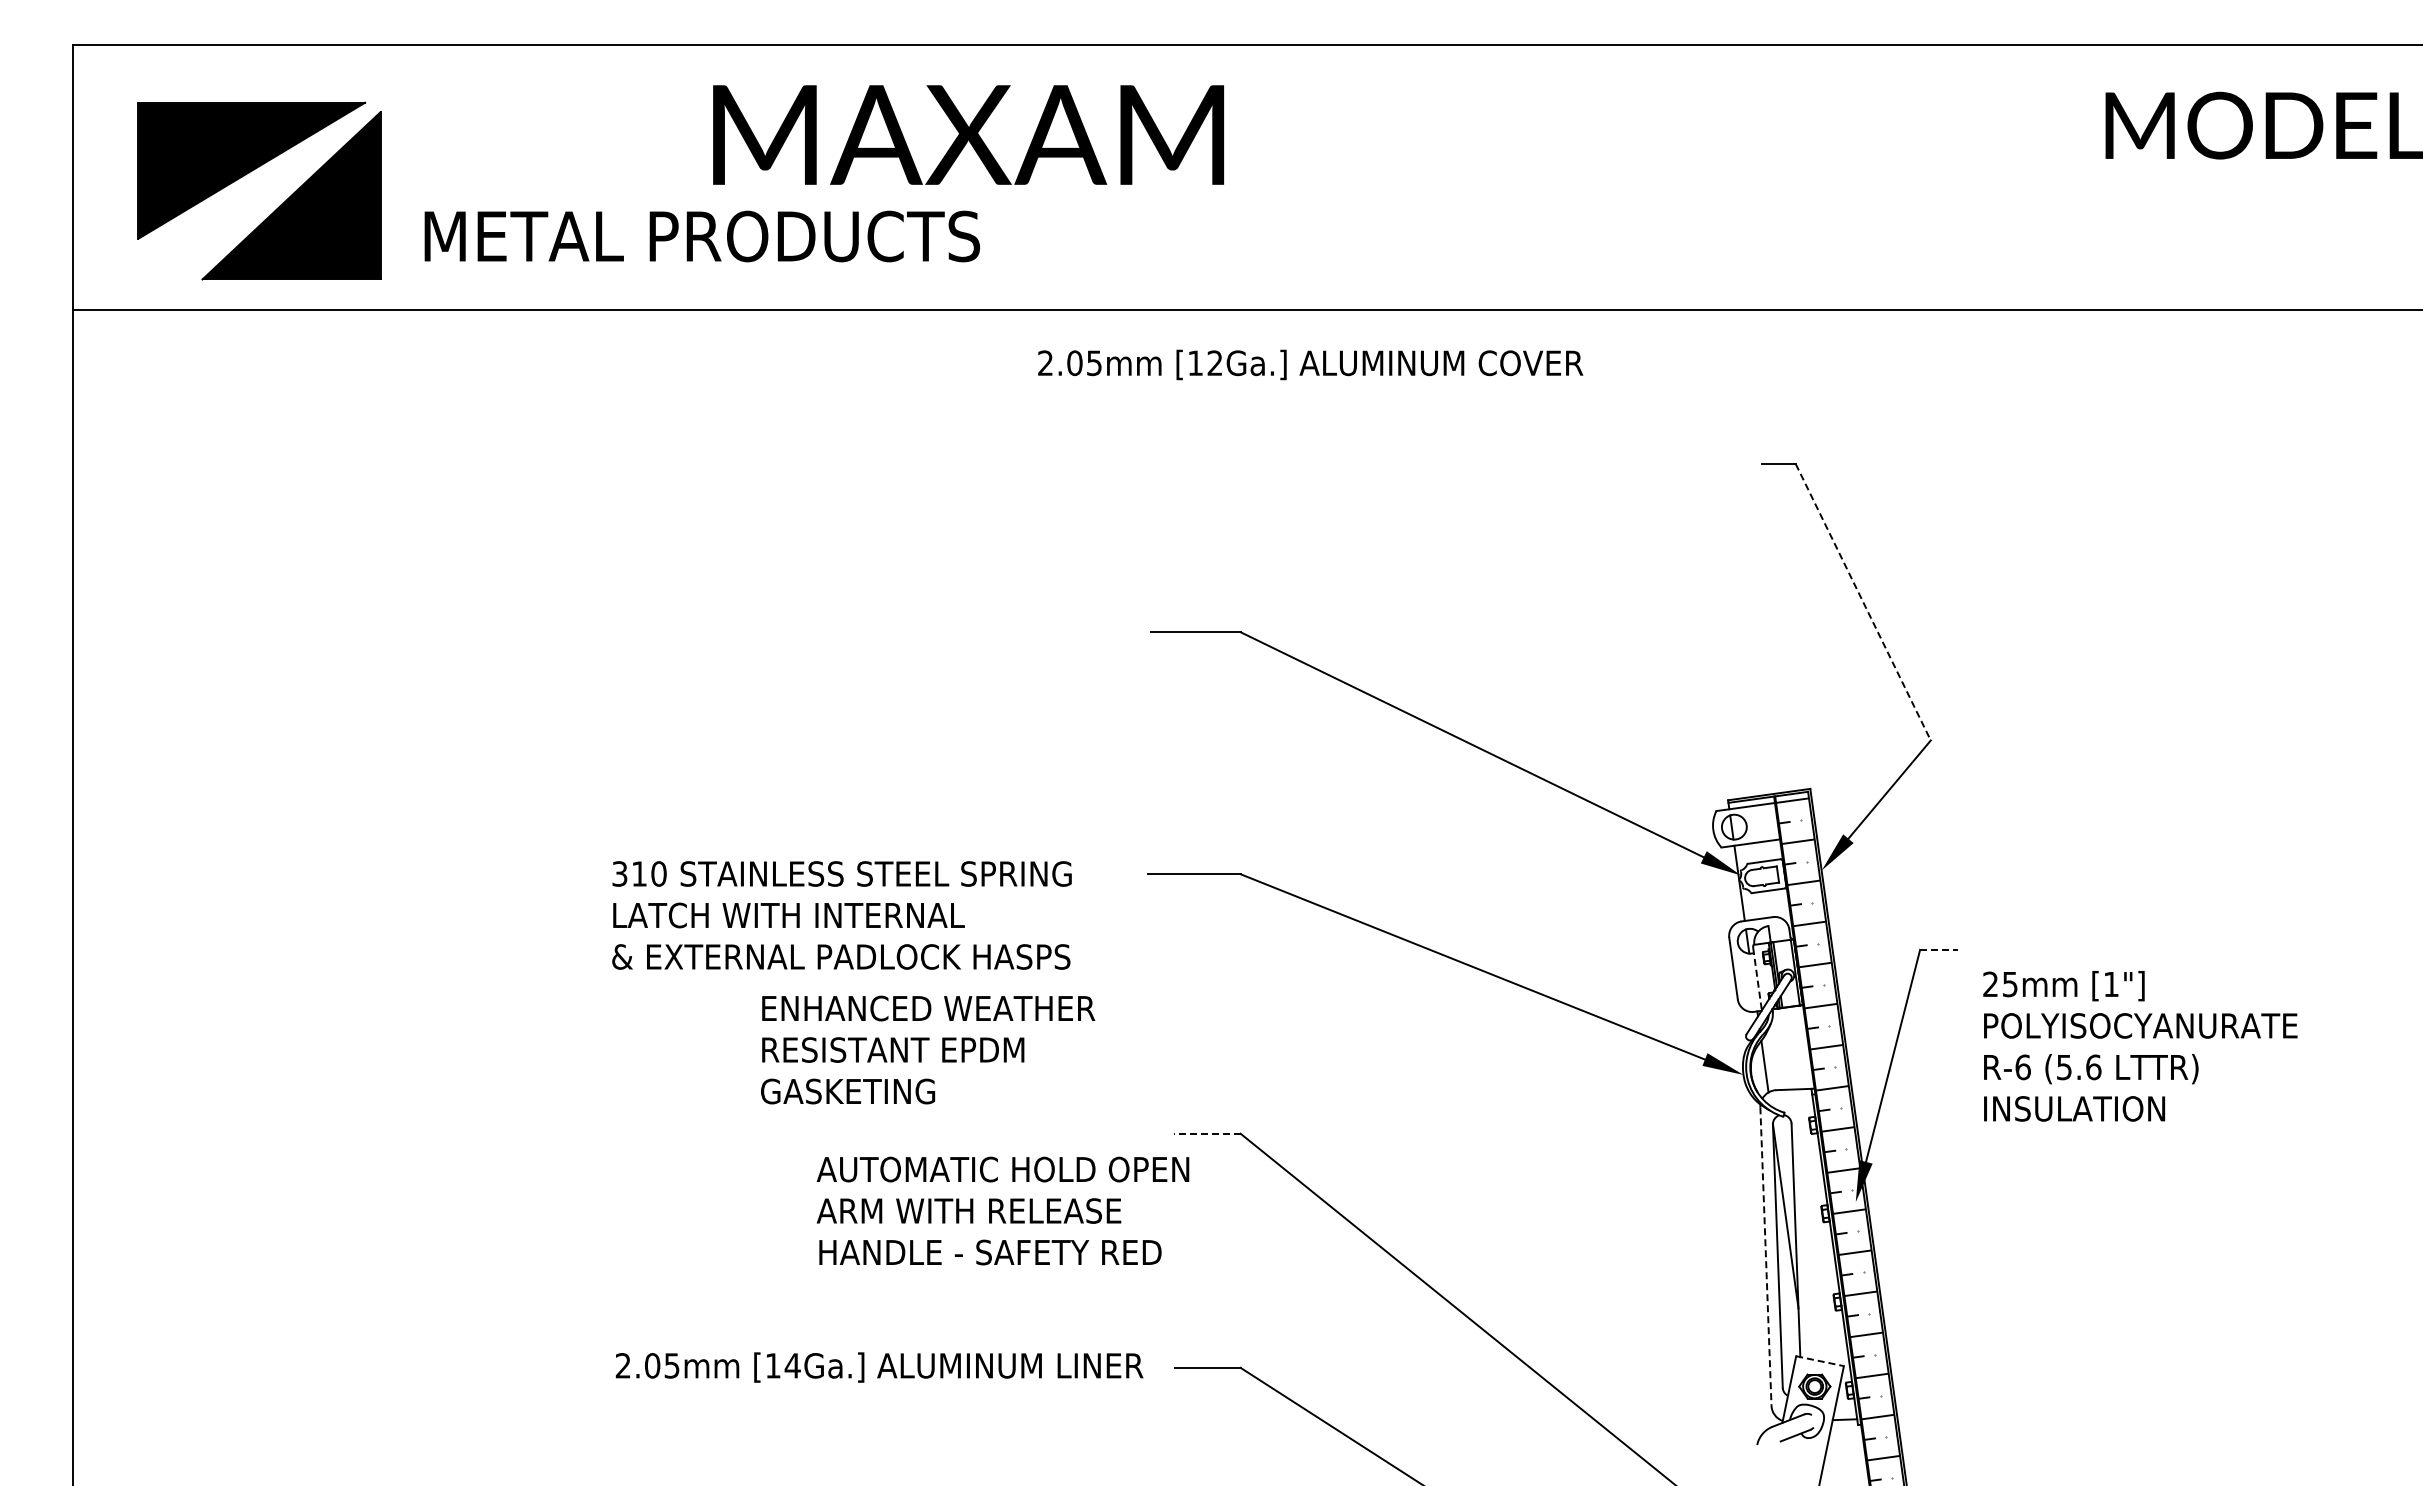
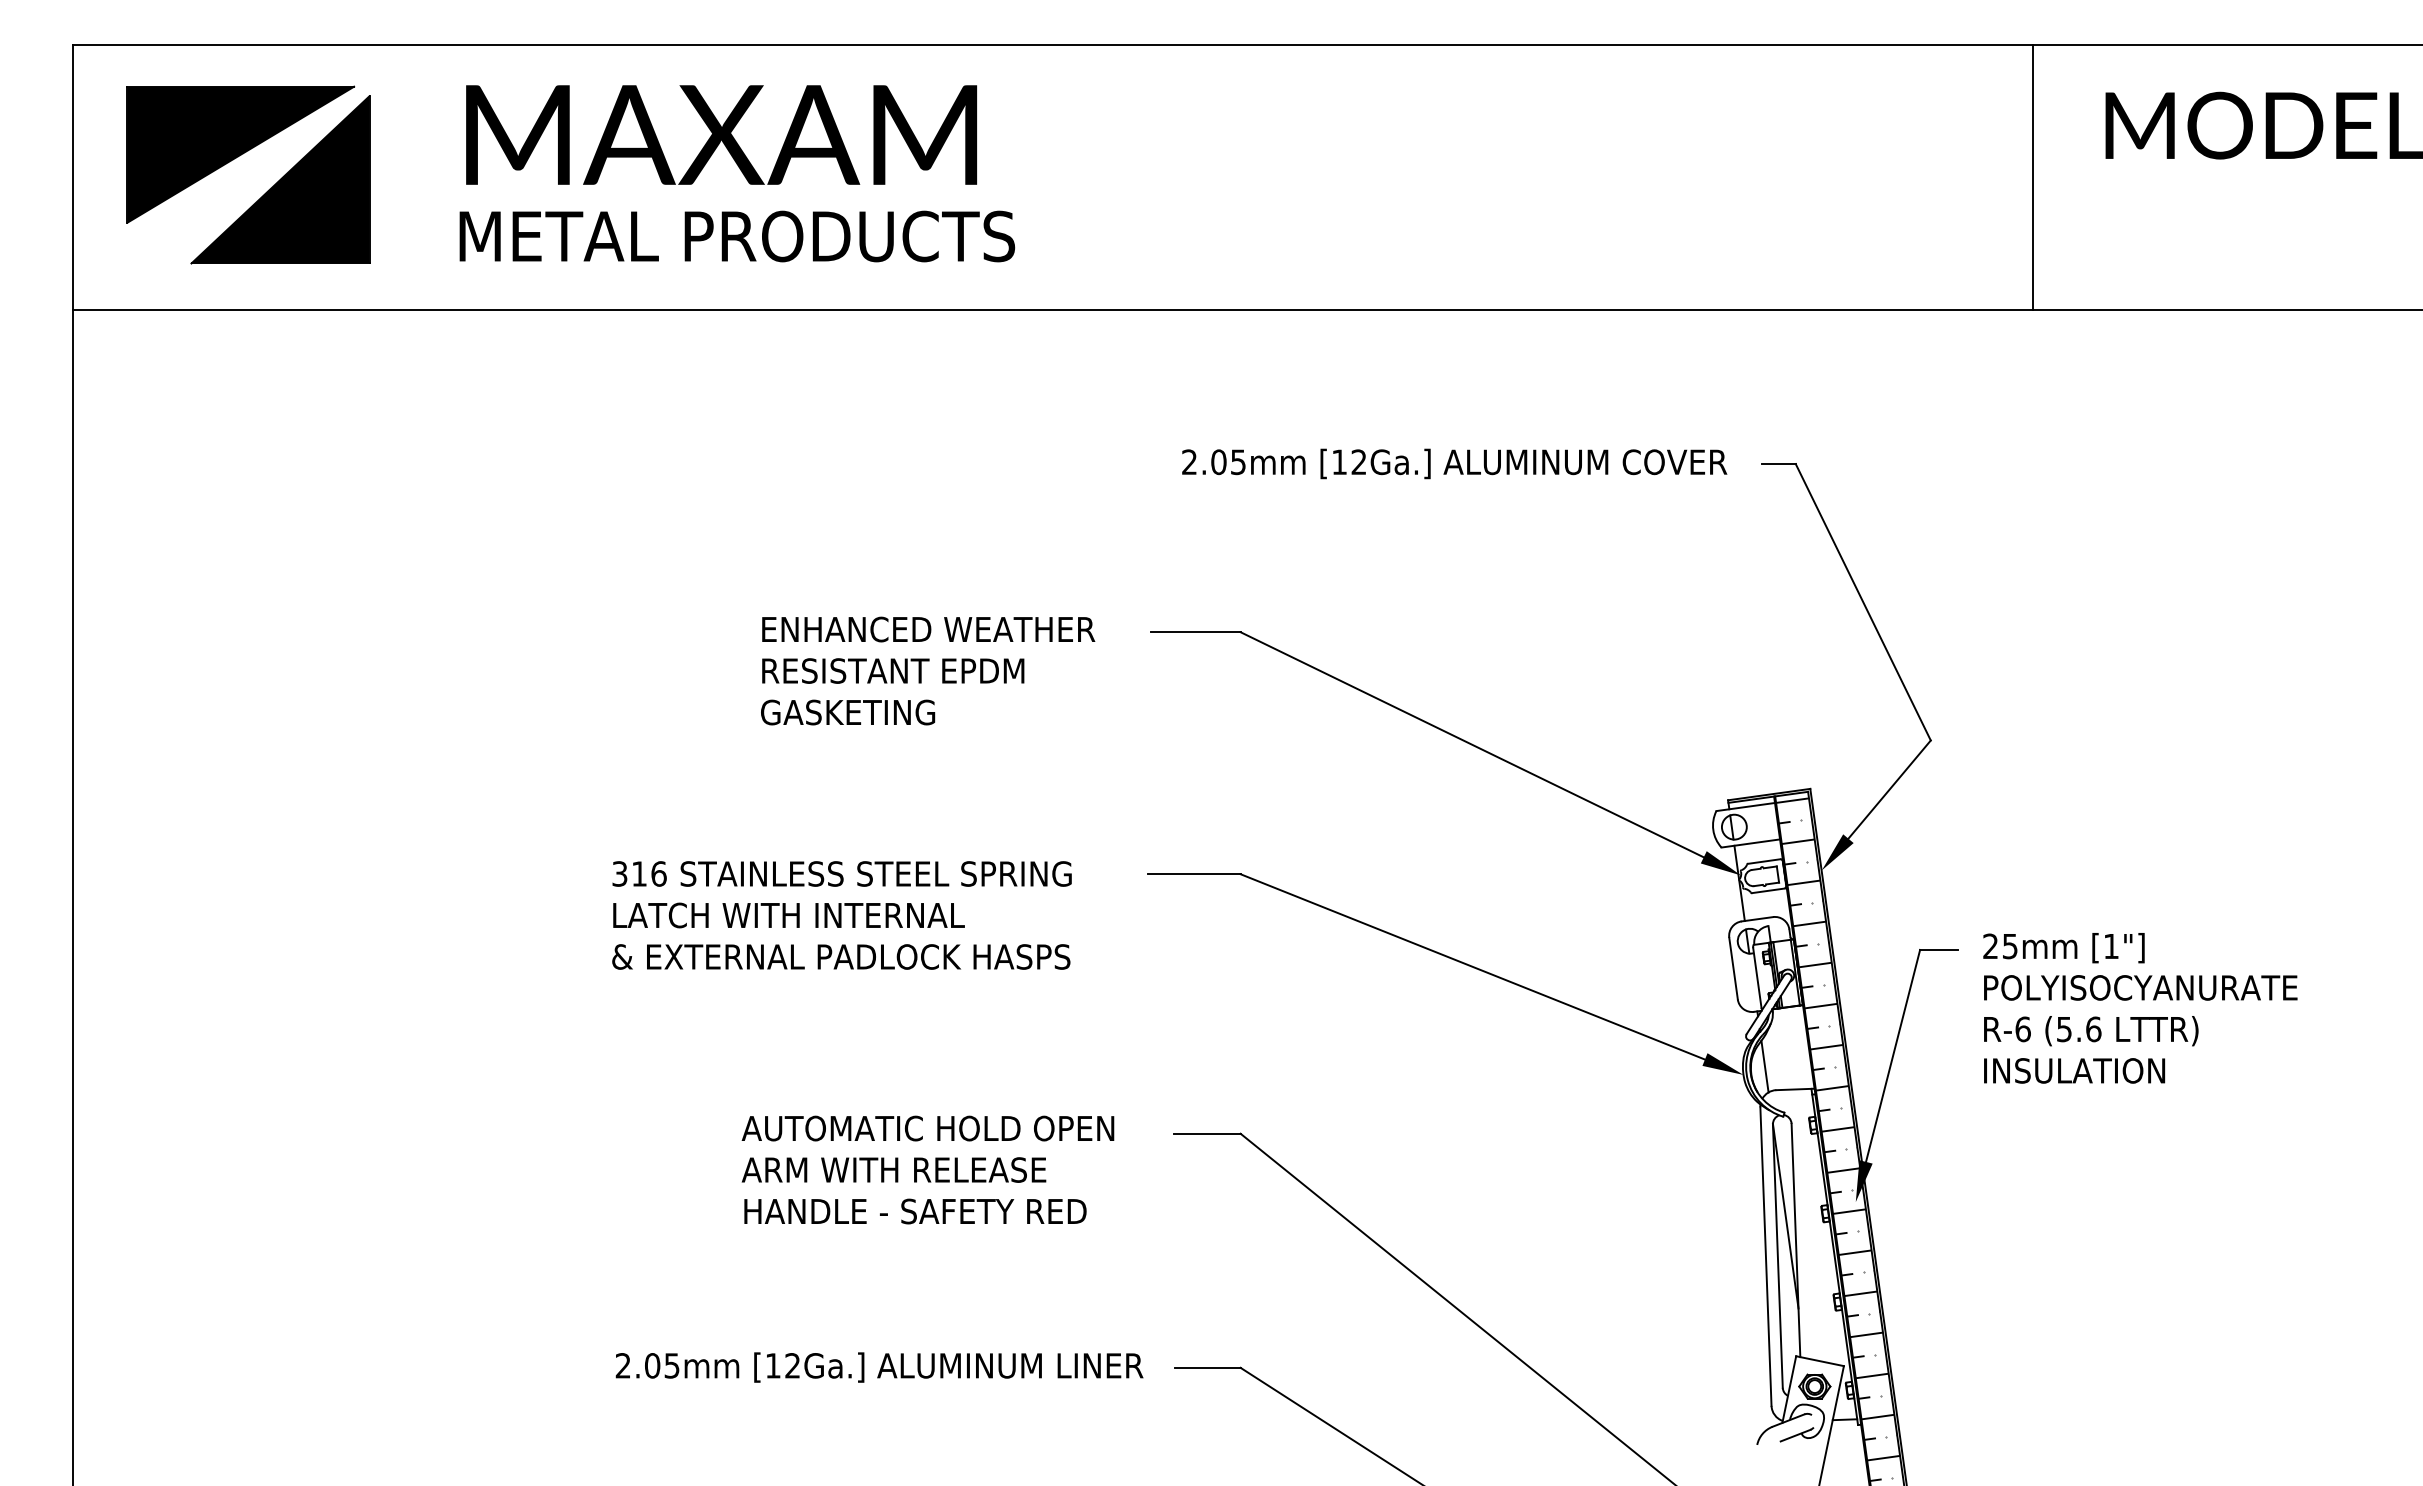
text at (968, 134) position: (968, 134) -> (721, 134)
part at (249, 173) position: (249, 173) -> (238, 157)
line at (2032, 177): none -> present
text at (702, 236) position: (702, 236) -> (737, 236)
text at (1310, 364) position: (1310, 364) -> (1454, 463)
line at (1863, 602): dashed -> solid
text at (658, 873): 310 -> 316
line at (1939, 949): dashed -> solid
line at (1757, 978): dashed -> solid
text at (2140, 1046) position: (2140, 1046) -> (2140, 1008)
text at (928, 1049) position: (928, 1049) -> (928, 670)
line at (1206, 1133): dashed -> solid
text at (1002, 1210) position: (1002, 1210) -> (927, 1169)
line at (1765, 1257): dashed -> solid
line at (1820, 1361): dashed -> solid
text at (792, 1365): [14Ga.] -> [12Ga.]
